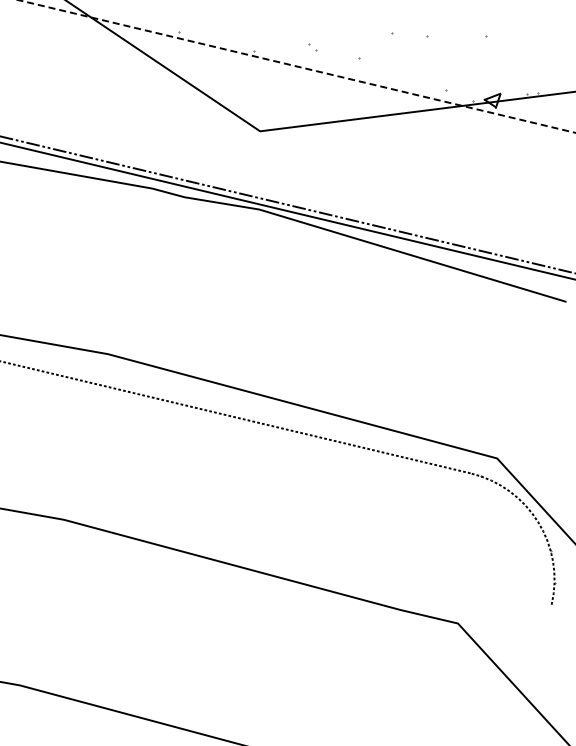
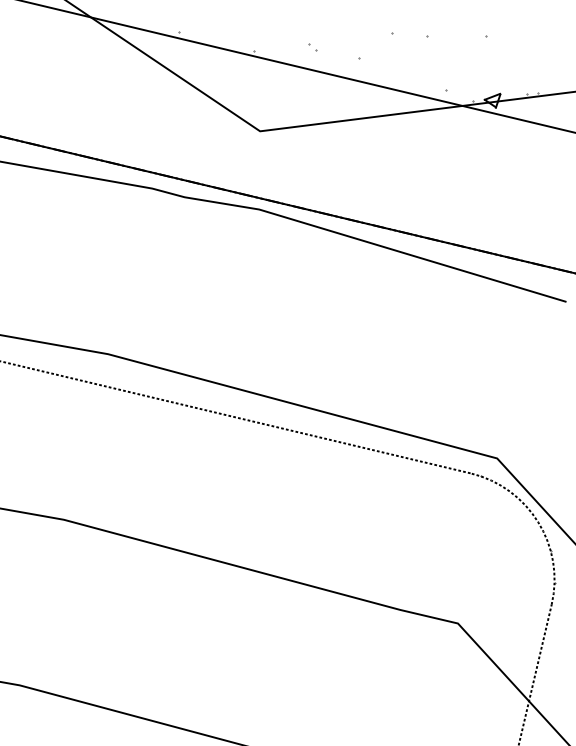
line at (296, 66): dashed -> solid
line at (287, 210) position: (287, 210) -> (287, 204)
line at (535, 673): none -> present
